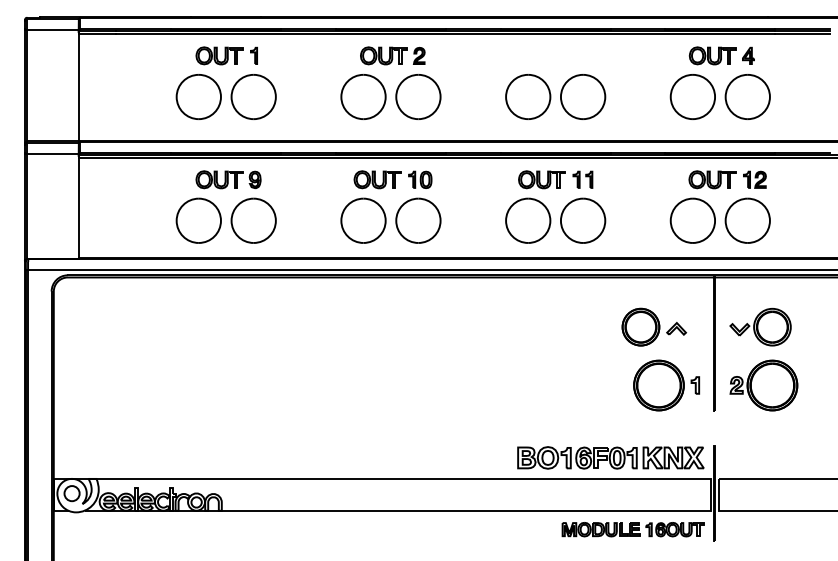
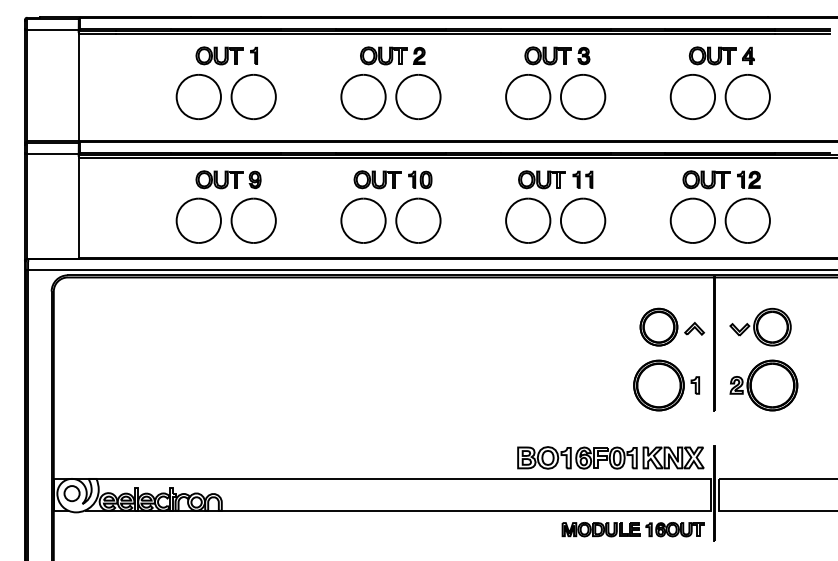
part at (557, 55): none -> present
part at (727, 179) position: (727, 179) -> (721, 179)
part at (654, 326) position: (654, 326) -> (672, 326)
